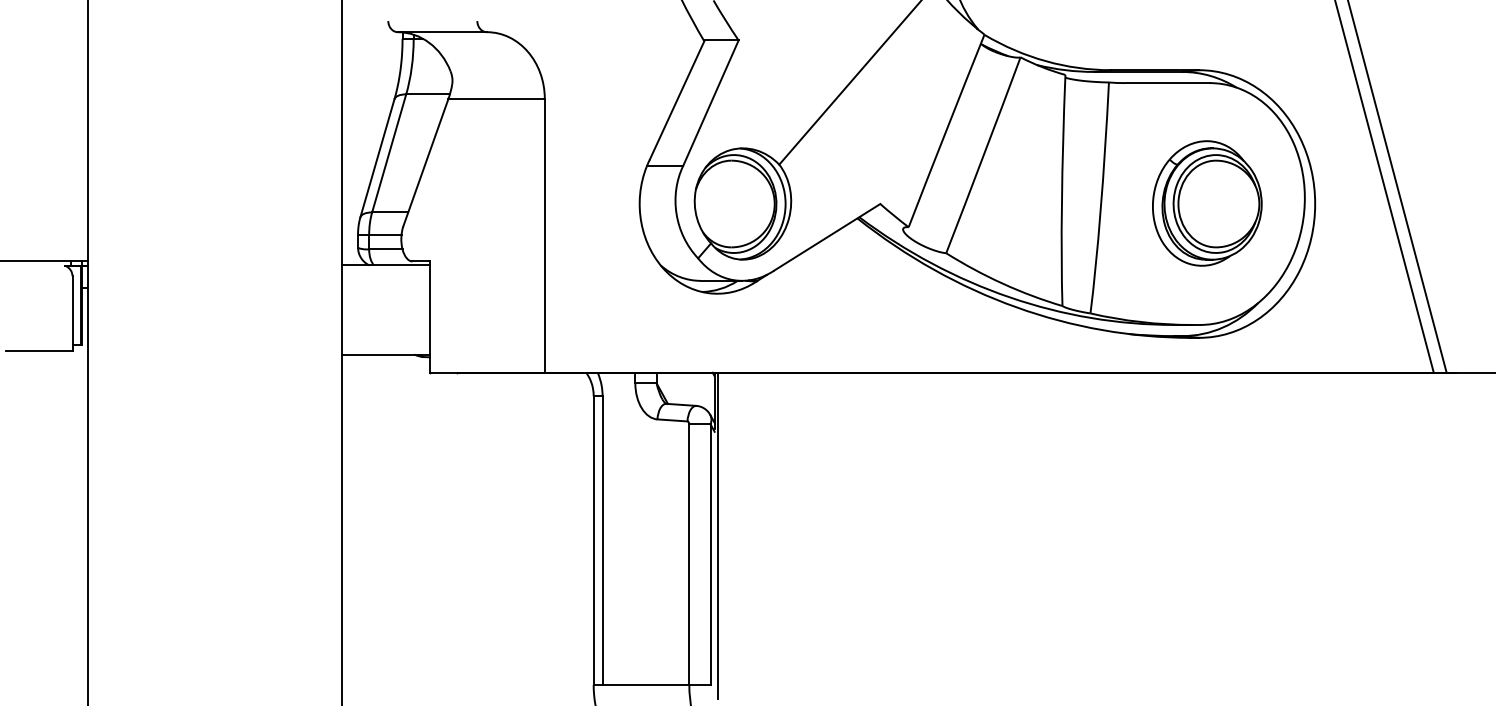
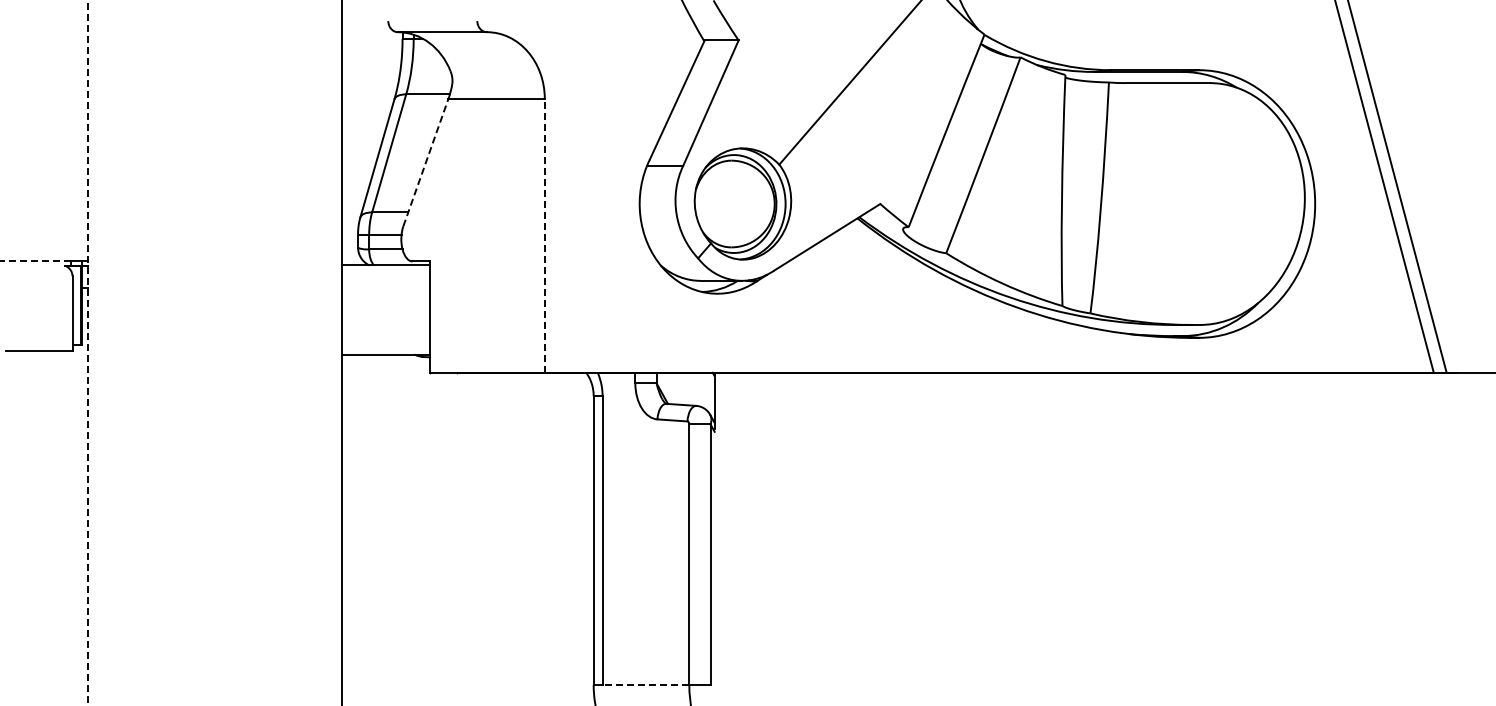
line at (425, 162): solid -> dashed
part at (1207, 203): present -> none
line at (544, 235): solid -> dashed
line at (35, 261): solid -> dashed
line at (87, 352): solid -> dashed
line at (717, 535): present -> none
line at (645, 684): solid -> dashed
